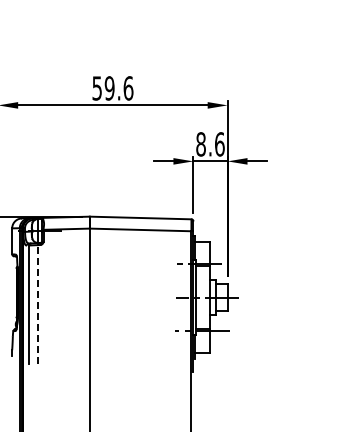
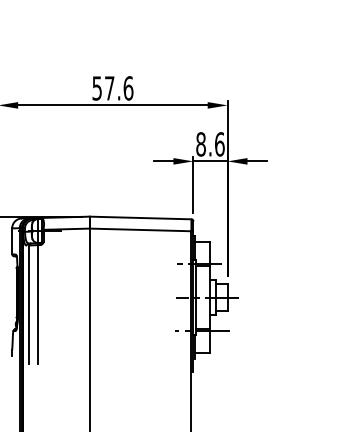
text at (109, 88): 59.6 -> 57.6
line at (38, 304): dashed -> solid
